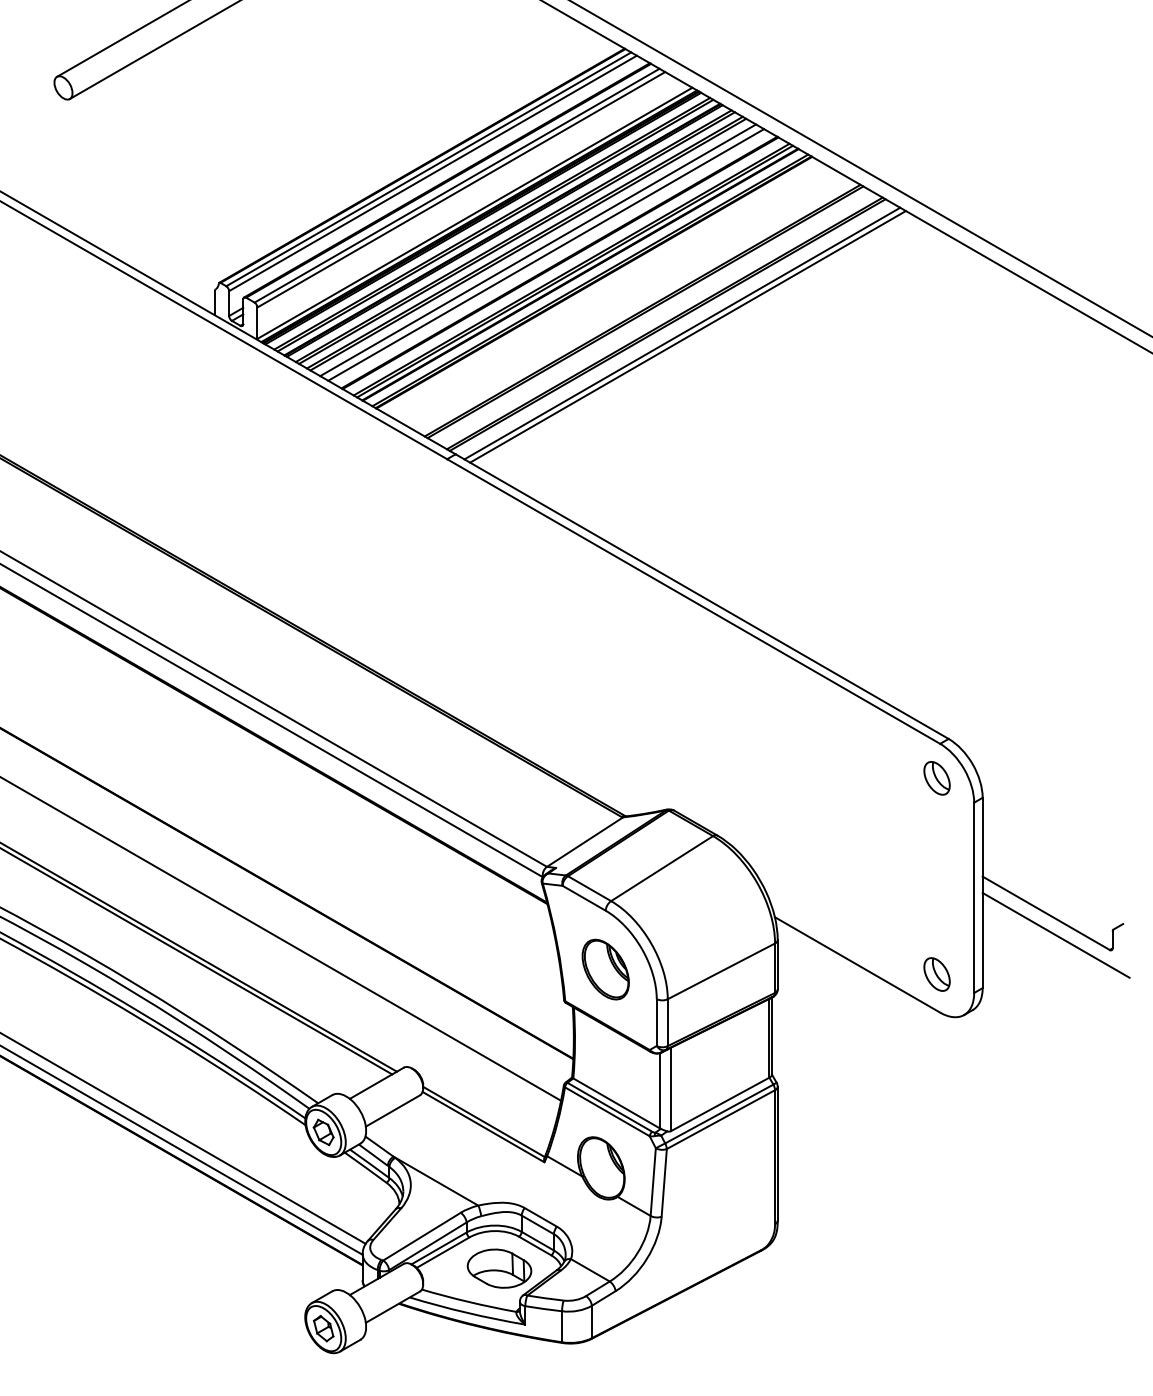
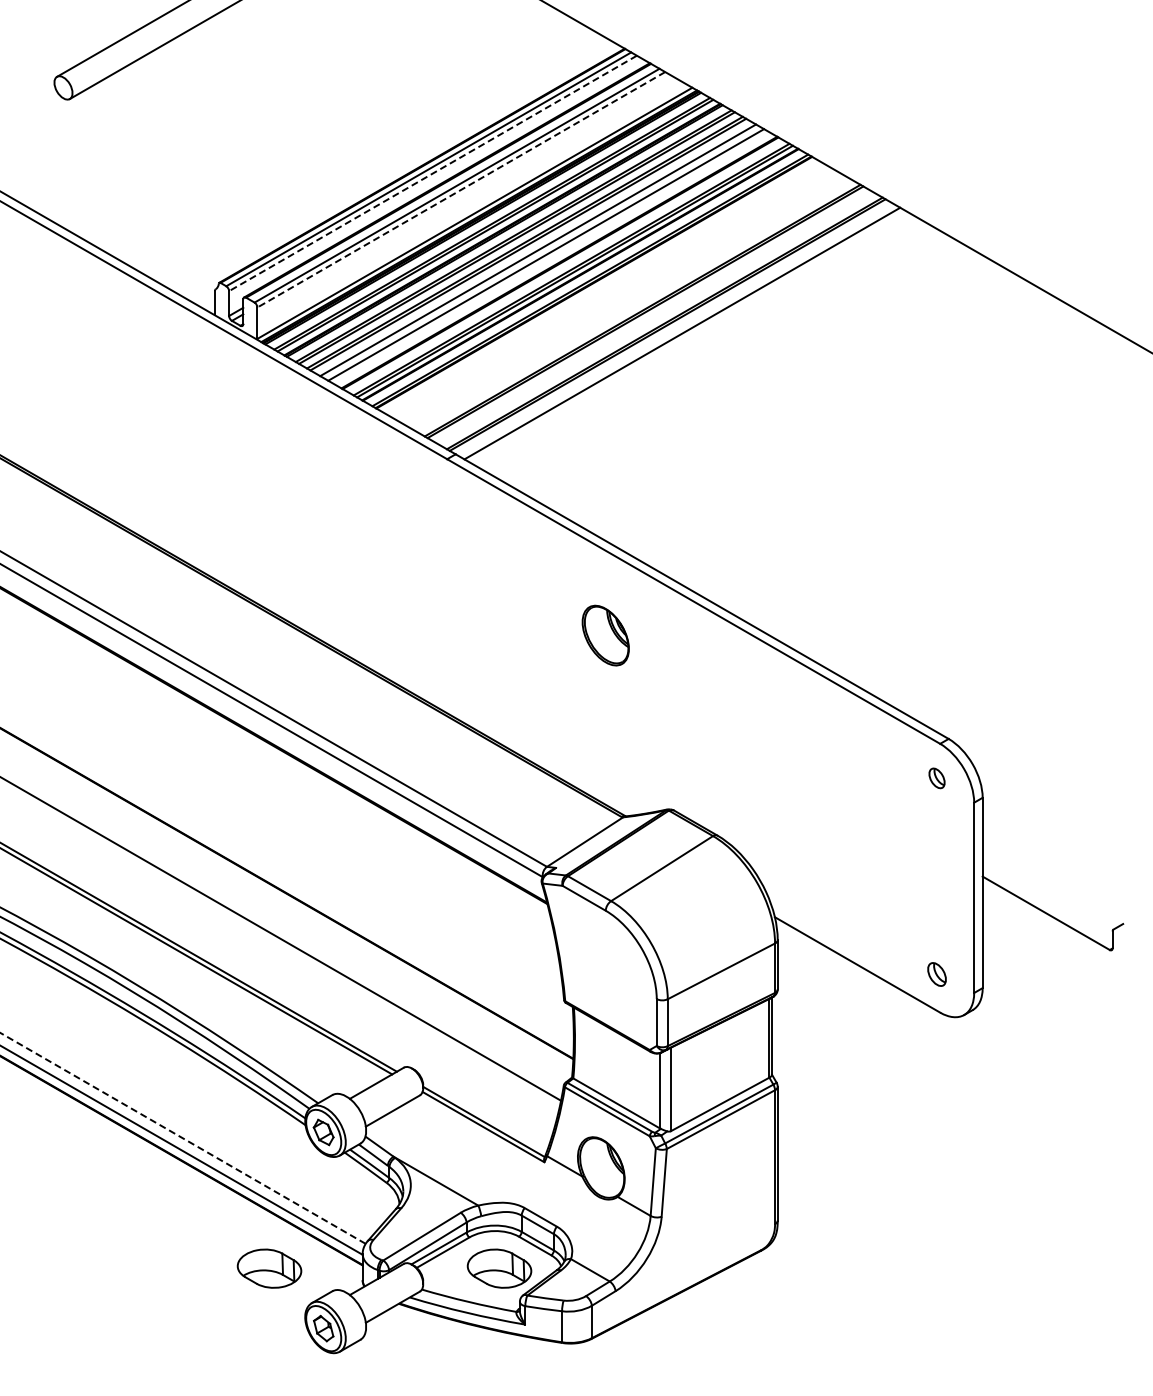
line at (860, 168): present -> none
line at (432, 173): solid -> dashed
line at (460, 190): solid -> dashed
line at (687, 336): present -> none
part at (936, 778) size: 28x35 px -> 18x23 px
line at (1055, 934): present -> none
part at (605, 969) position: (605, 969) -> (605, 635)
part at (936, 974) size: 28x35 px -> 20x25 px
line at (183, 1138): solid -> dashed
part at (269, 1268): none -> present
